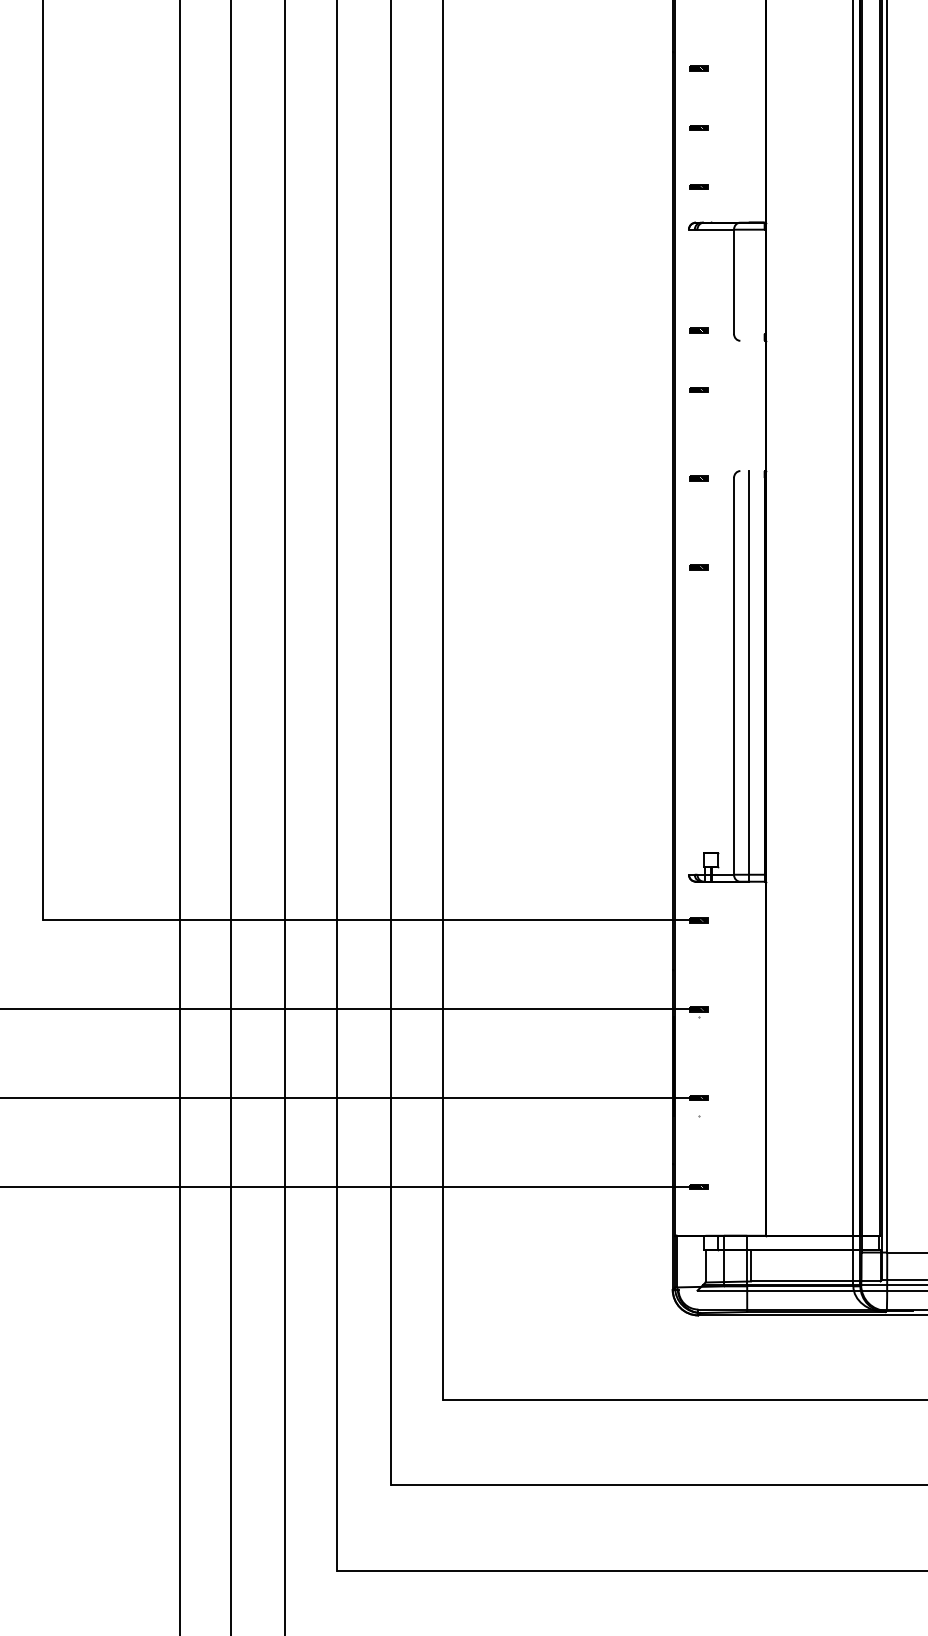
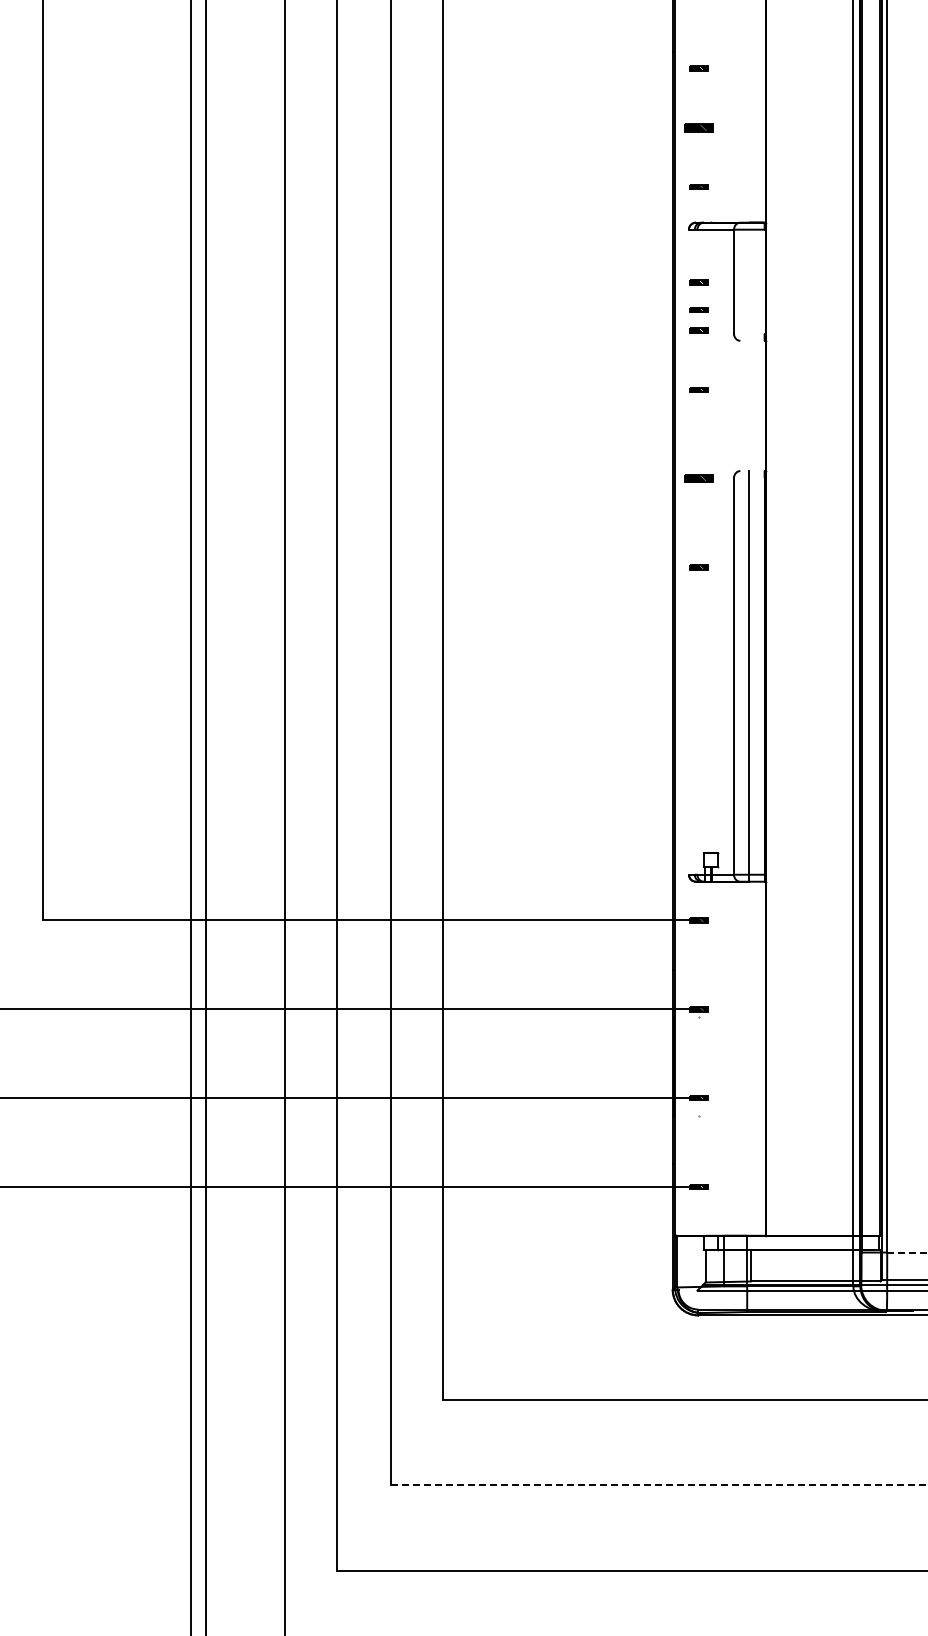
part at (698, 127) size: 20x6 px -> 30x10 px
part at (698, 282): none -> present
part at (698, 309): none -> present
part at (698, 478) size: 20x7 px -> 30x9 px
line at (179, 817) position: (179, 817) -> (190, 817)
line at (231, 817) position: (231, 817) -> (206, 817)
line at (908, 1252): solid -> dashed
line at (658, 1485): solid -> dashed
